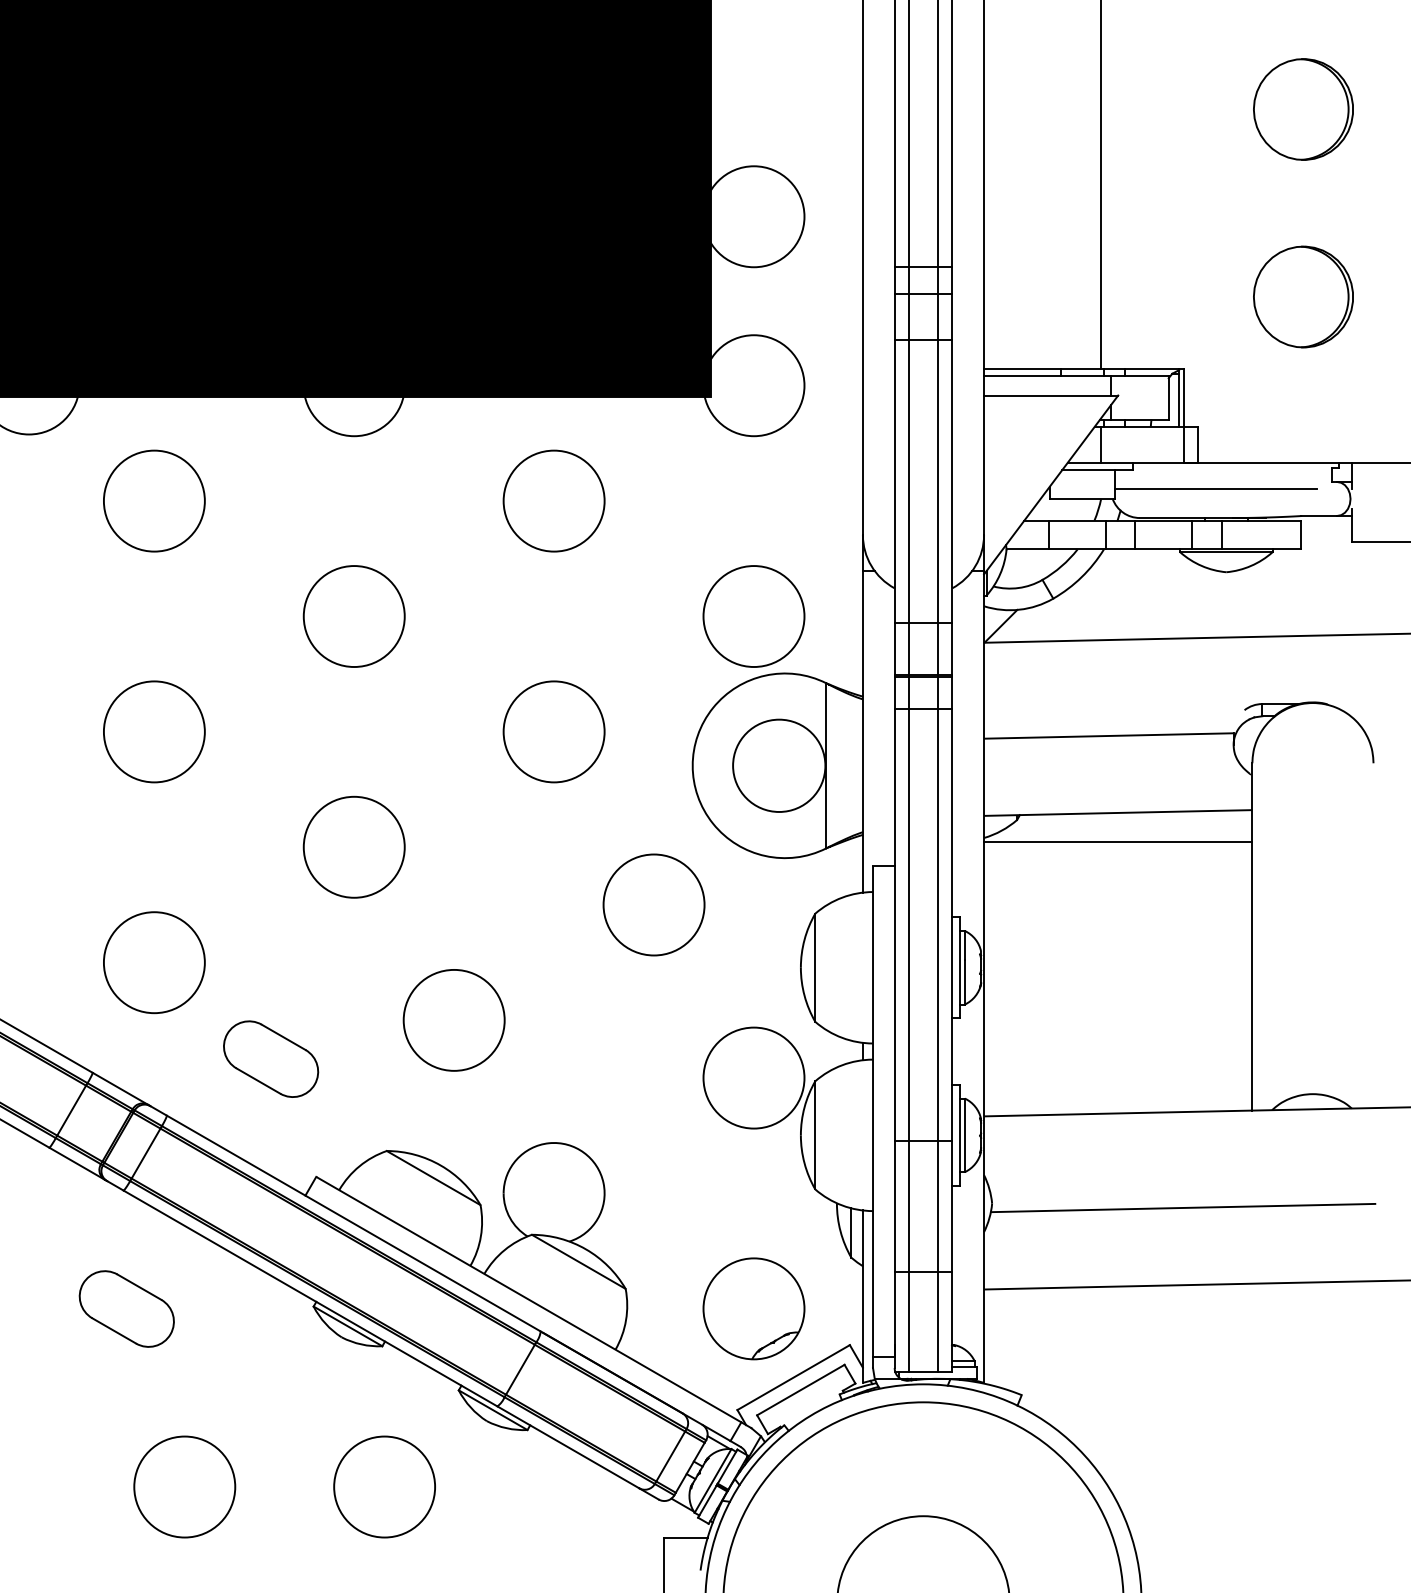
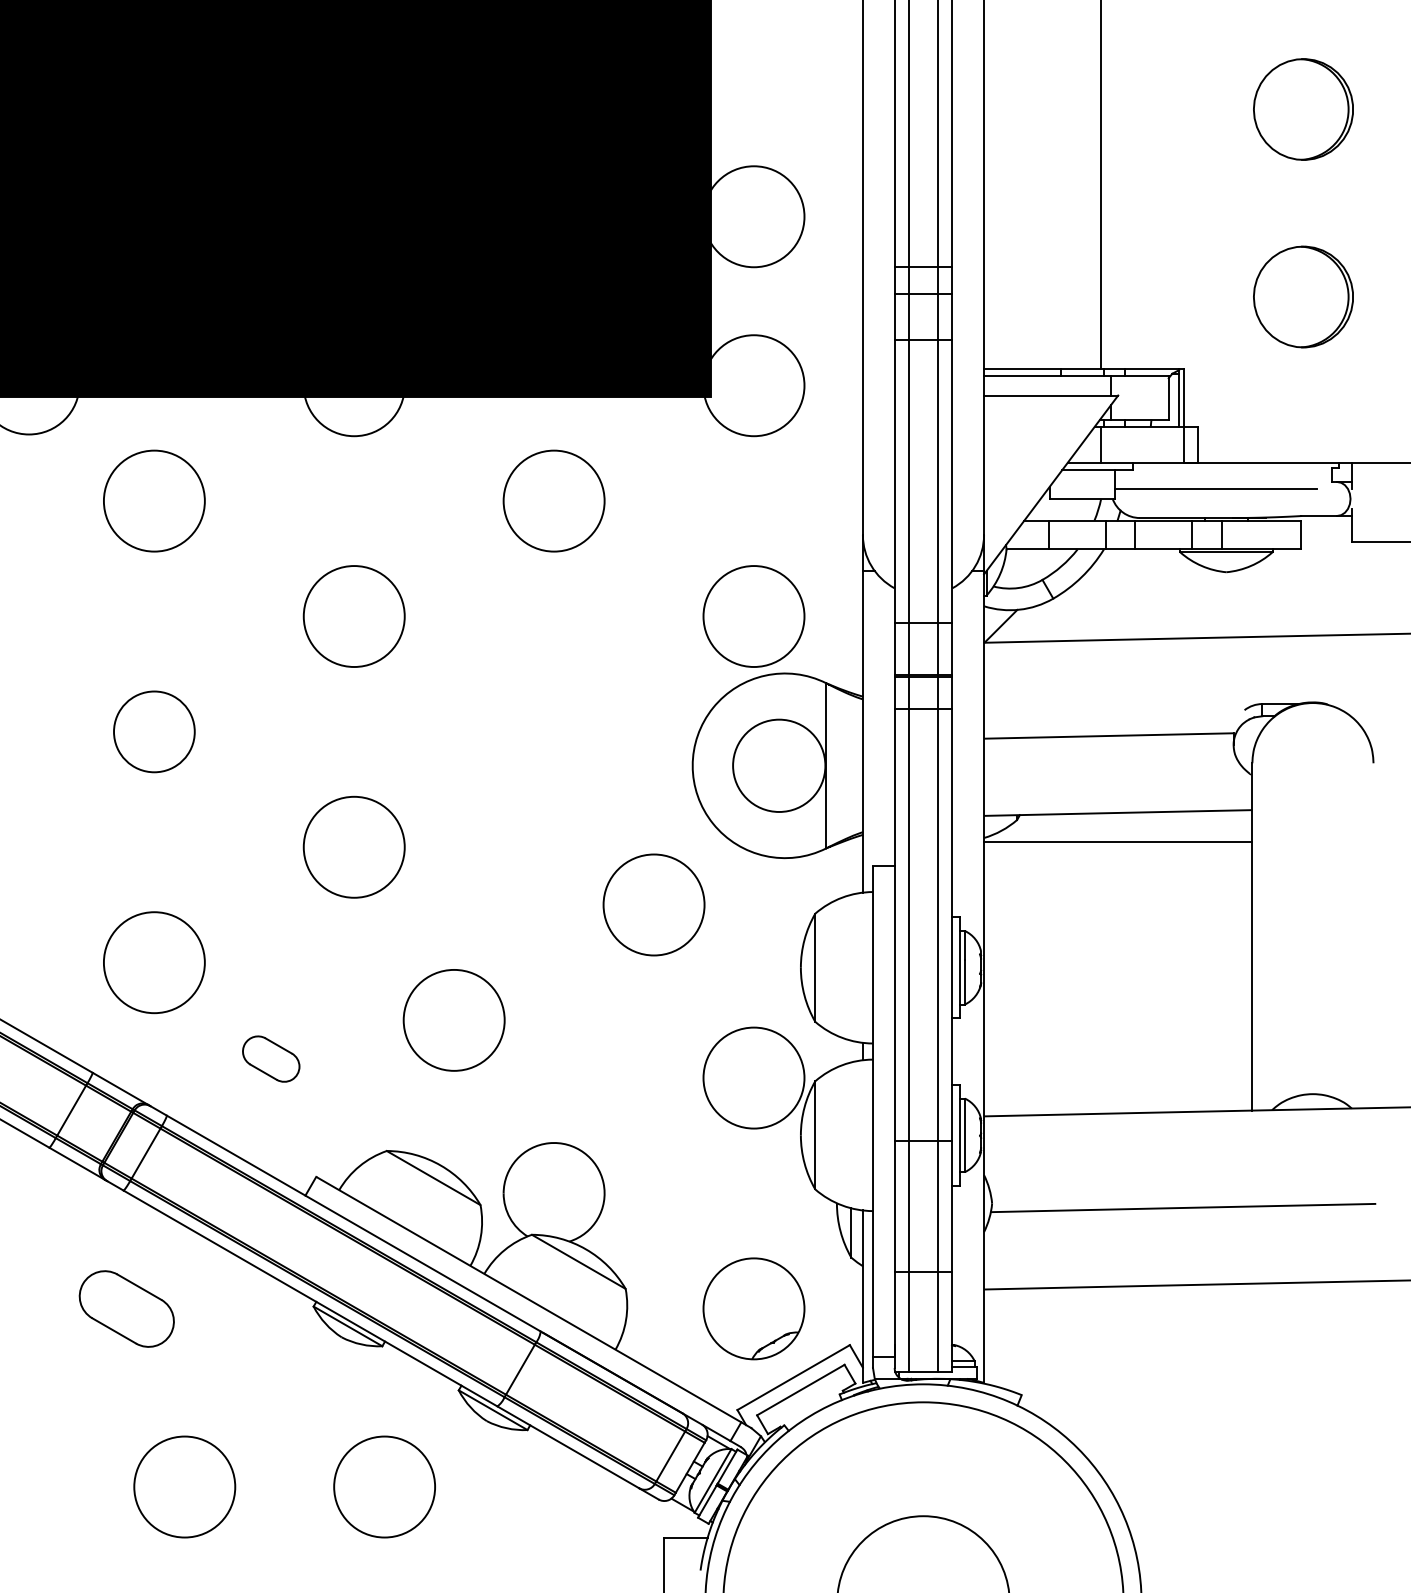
circle at (153, 731) diameter: 101 px -> 81 px
circle at (553, 731): present -> none
part at (271, 1058) size: 97x78 px -> 59x48 px
